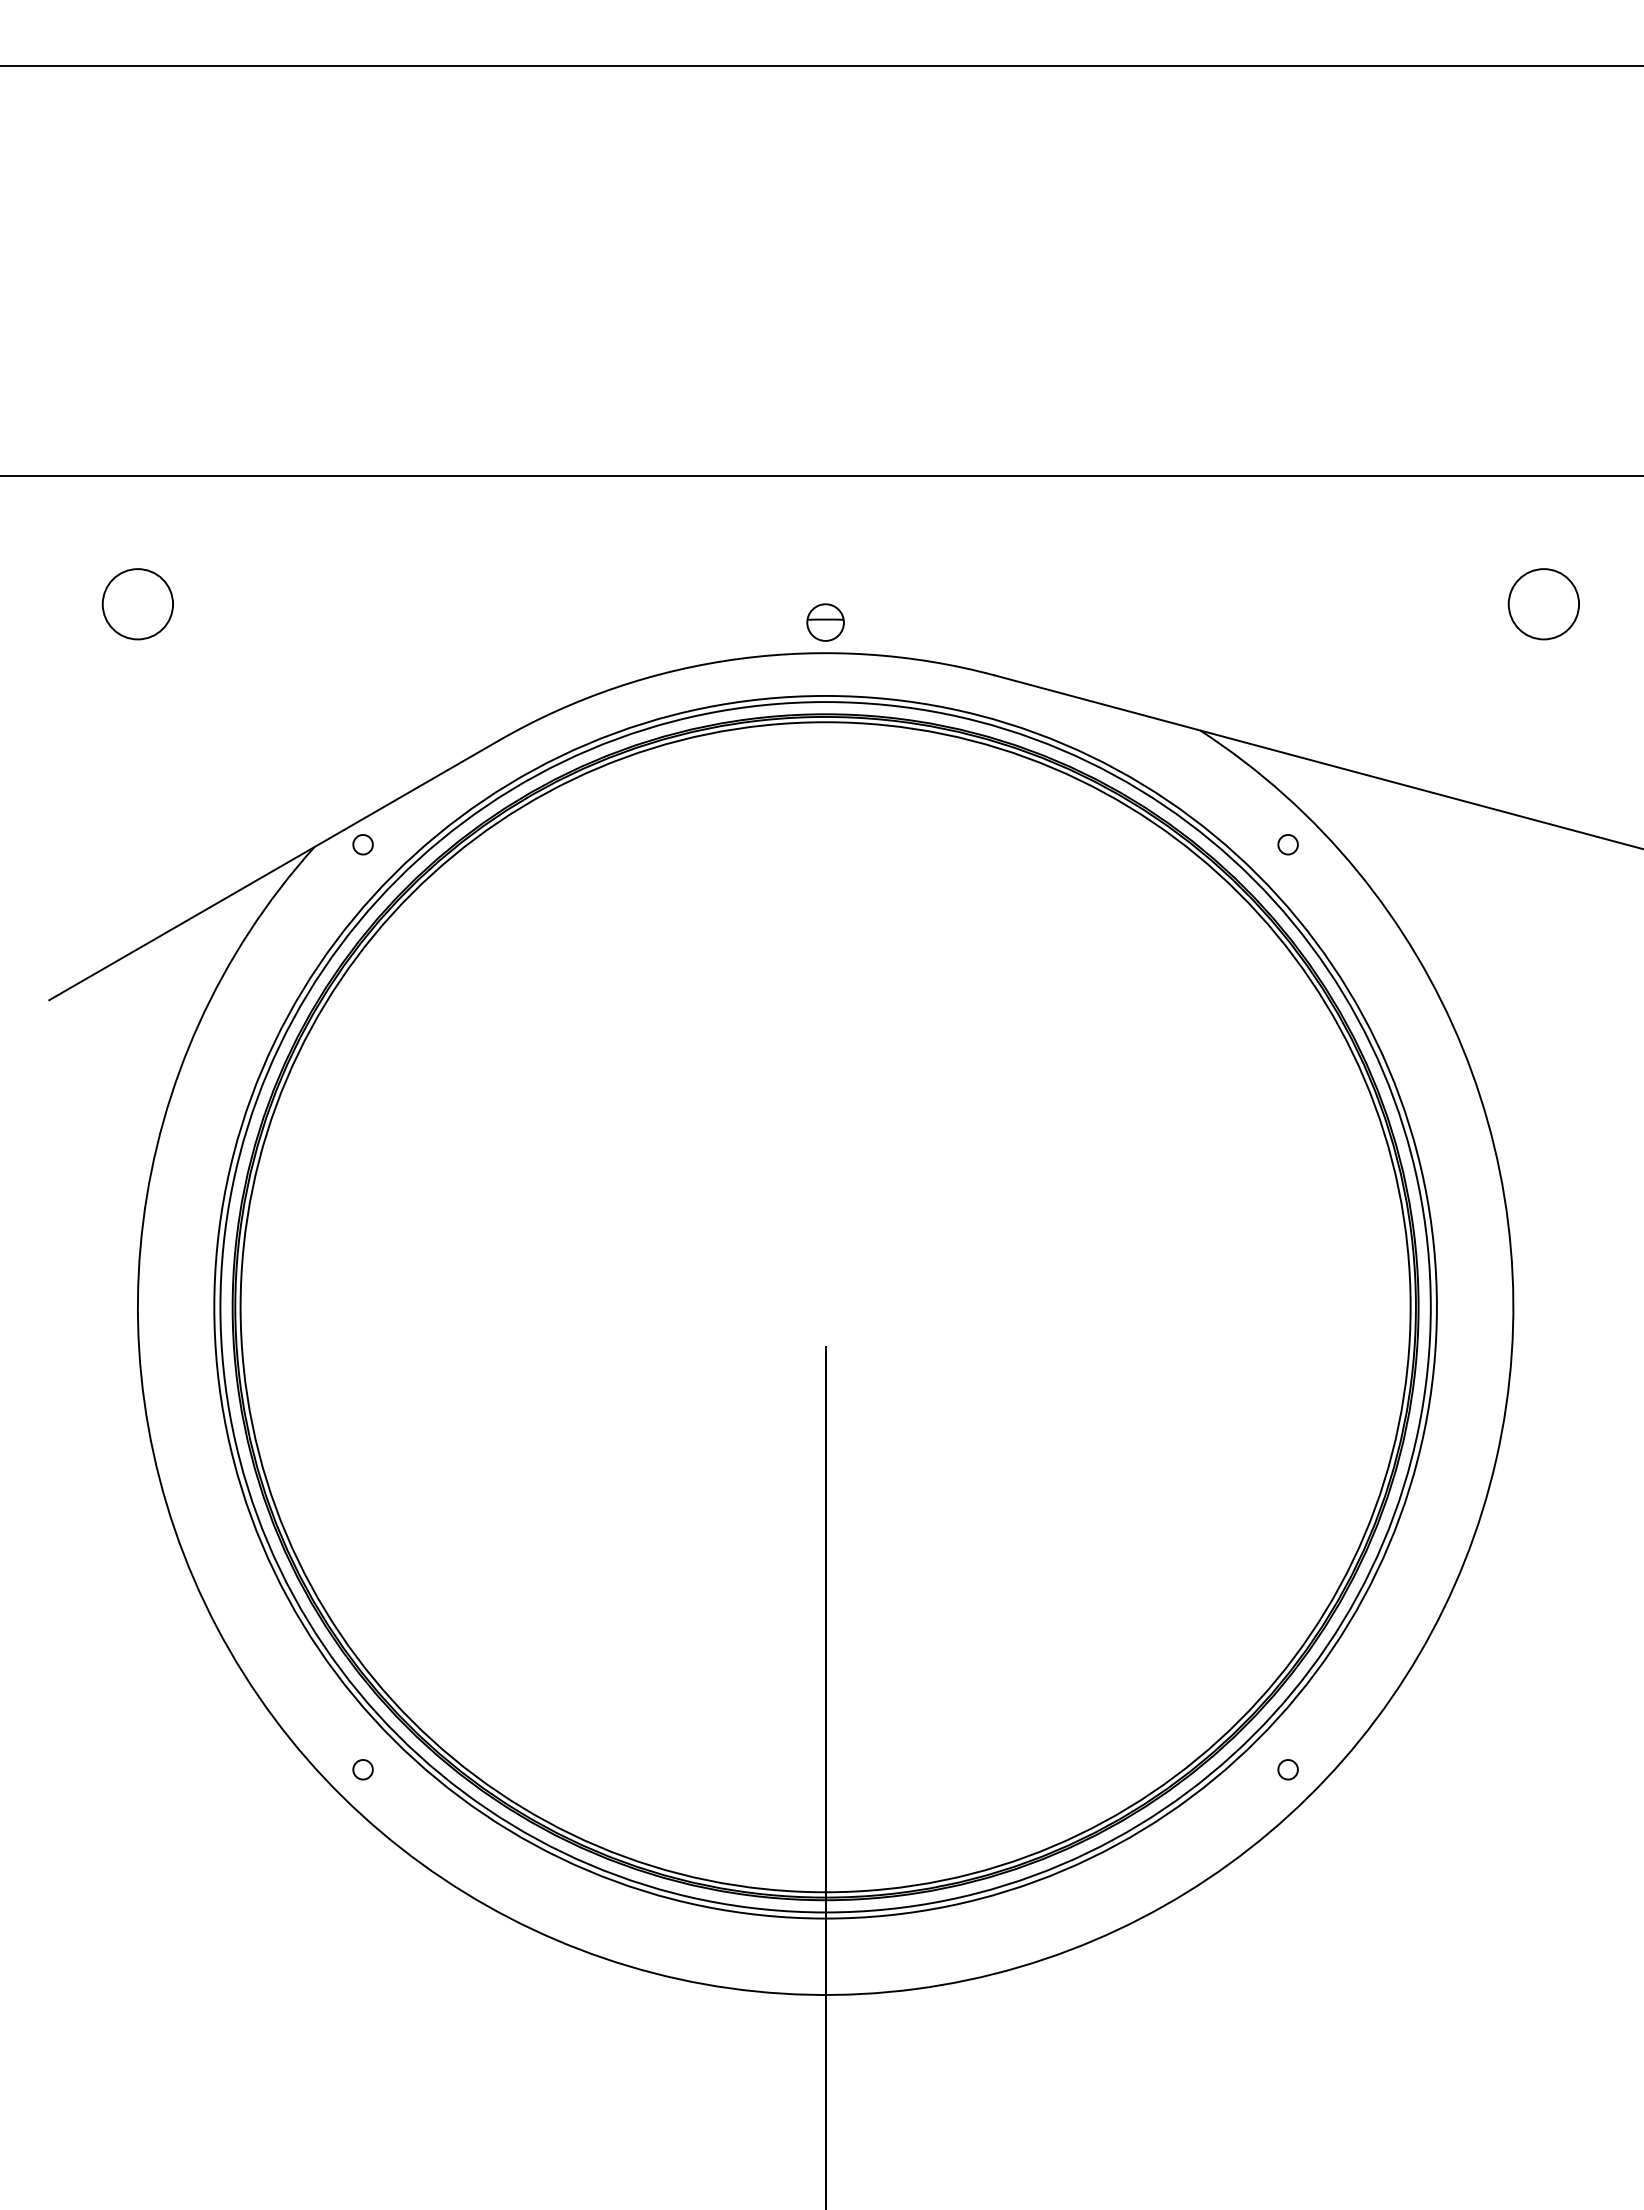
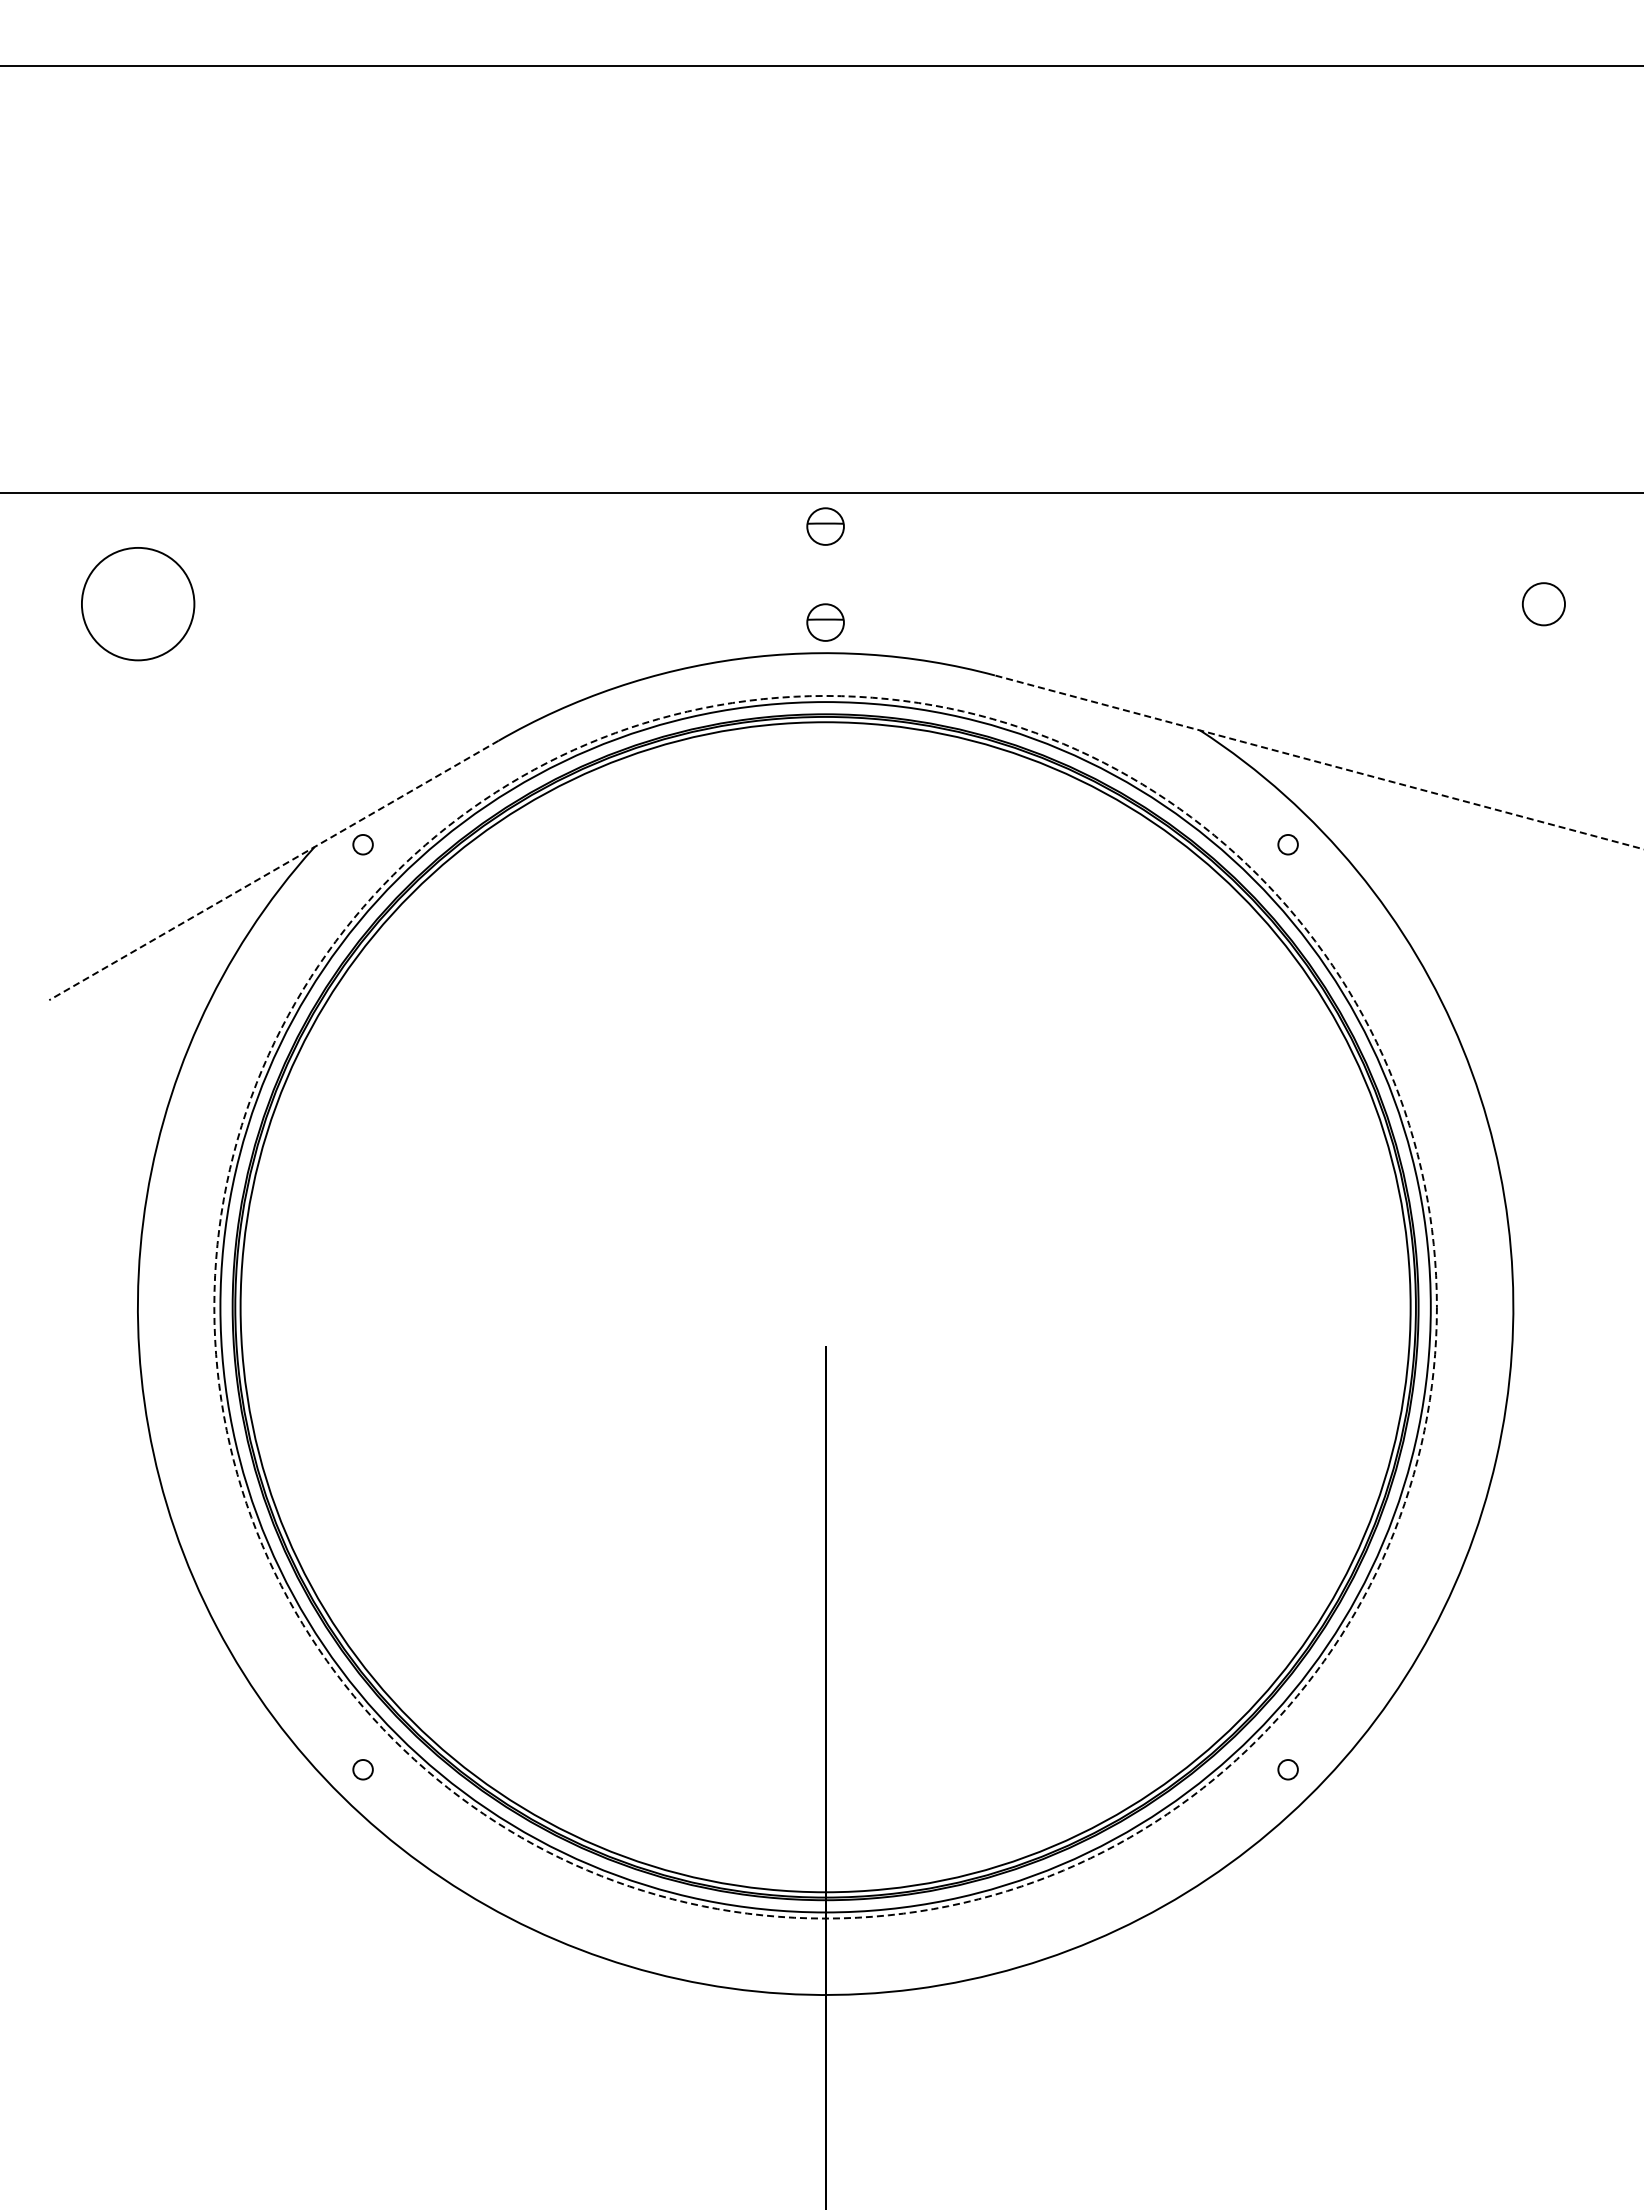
line at (821, 475) position: (821, 475) -> (821, 492)
part at (825, 526): none -> present
circle at (137, 604) size: 73x73 px -> 115x115 px
circle at (1543, 604) diameter: 70 px -> 42 px
line at (1319, 762): solid -> dashed
line at (273, 870): solid -> dashed
circle at (825, 1306): solid -> dashed
